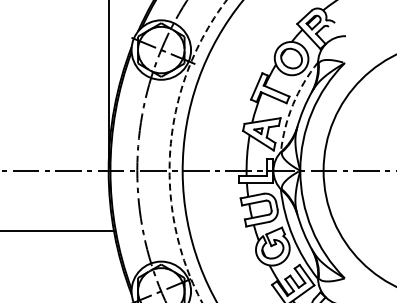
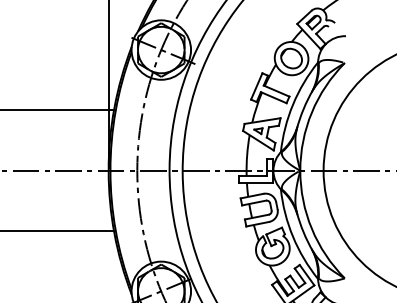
arc at (293, 104): dashed -> solid
line at (58, 110): none -> present
arc at (170, 146): dashed -> solid
